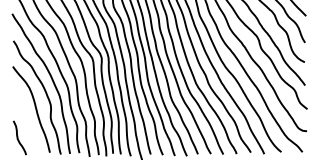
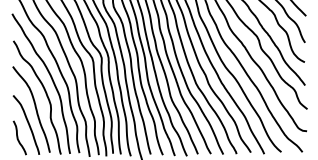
curve at (27, 123): none -> present
